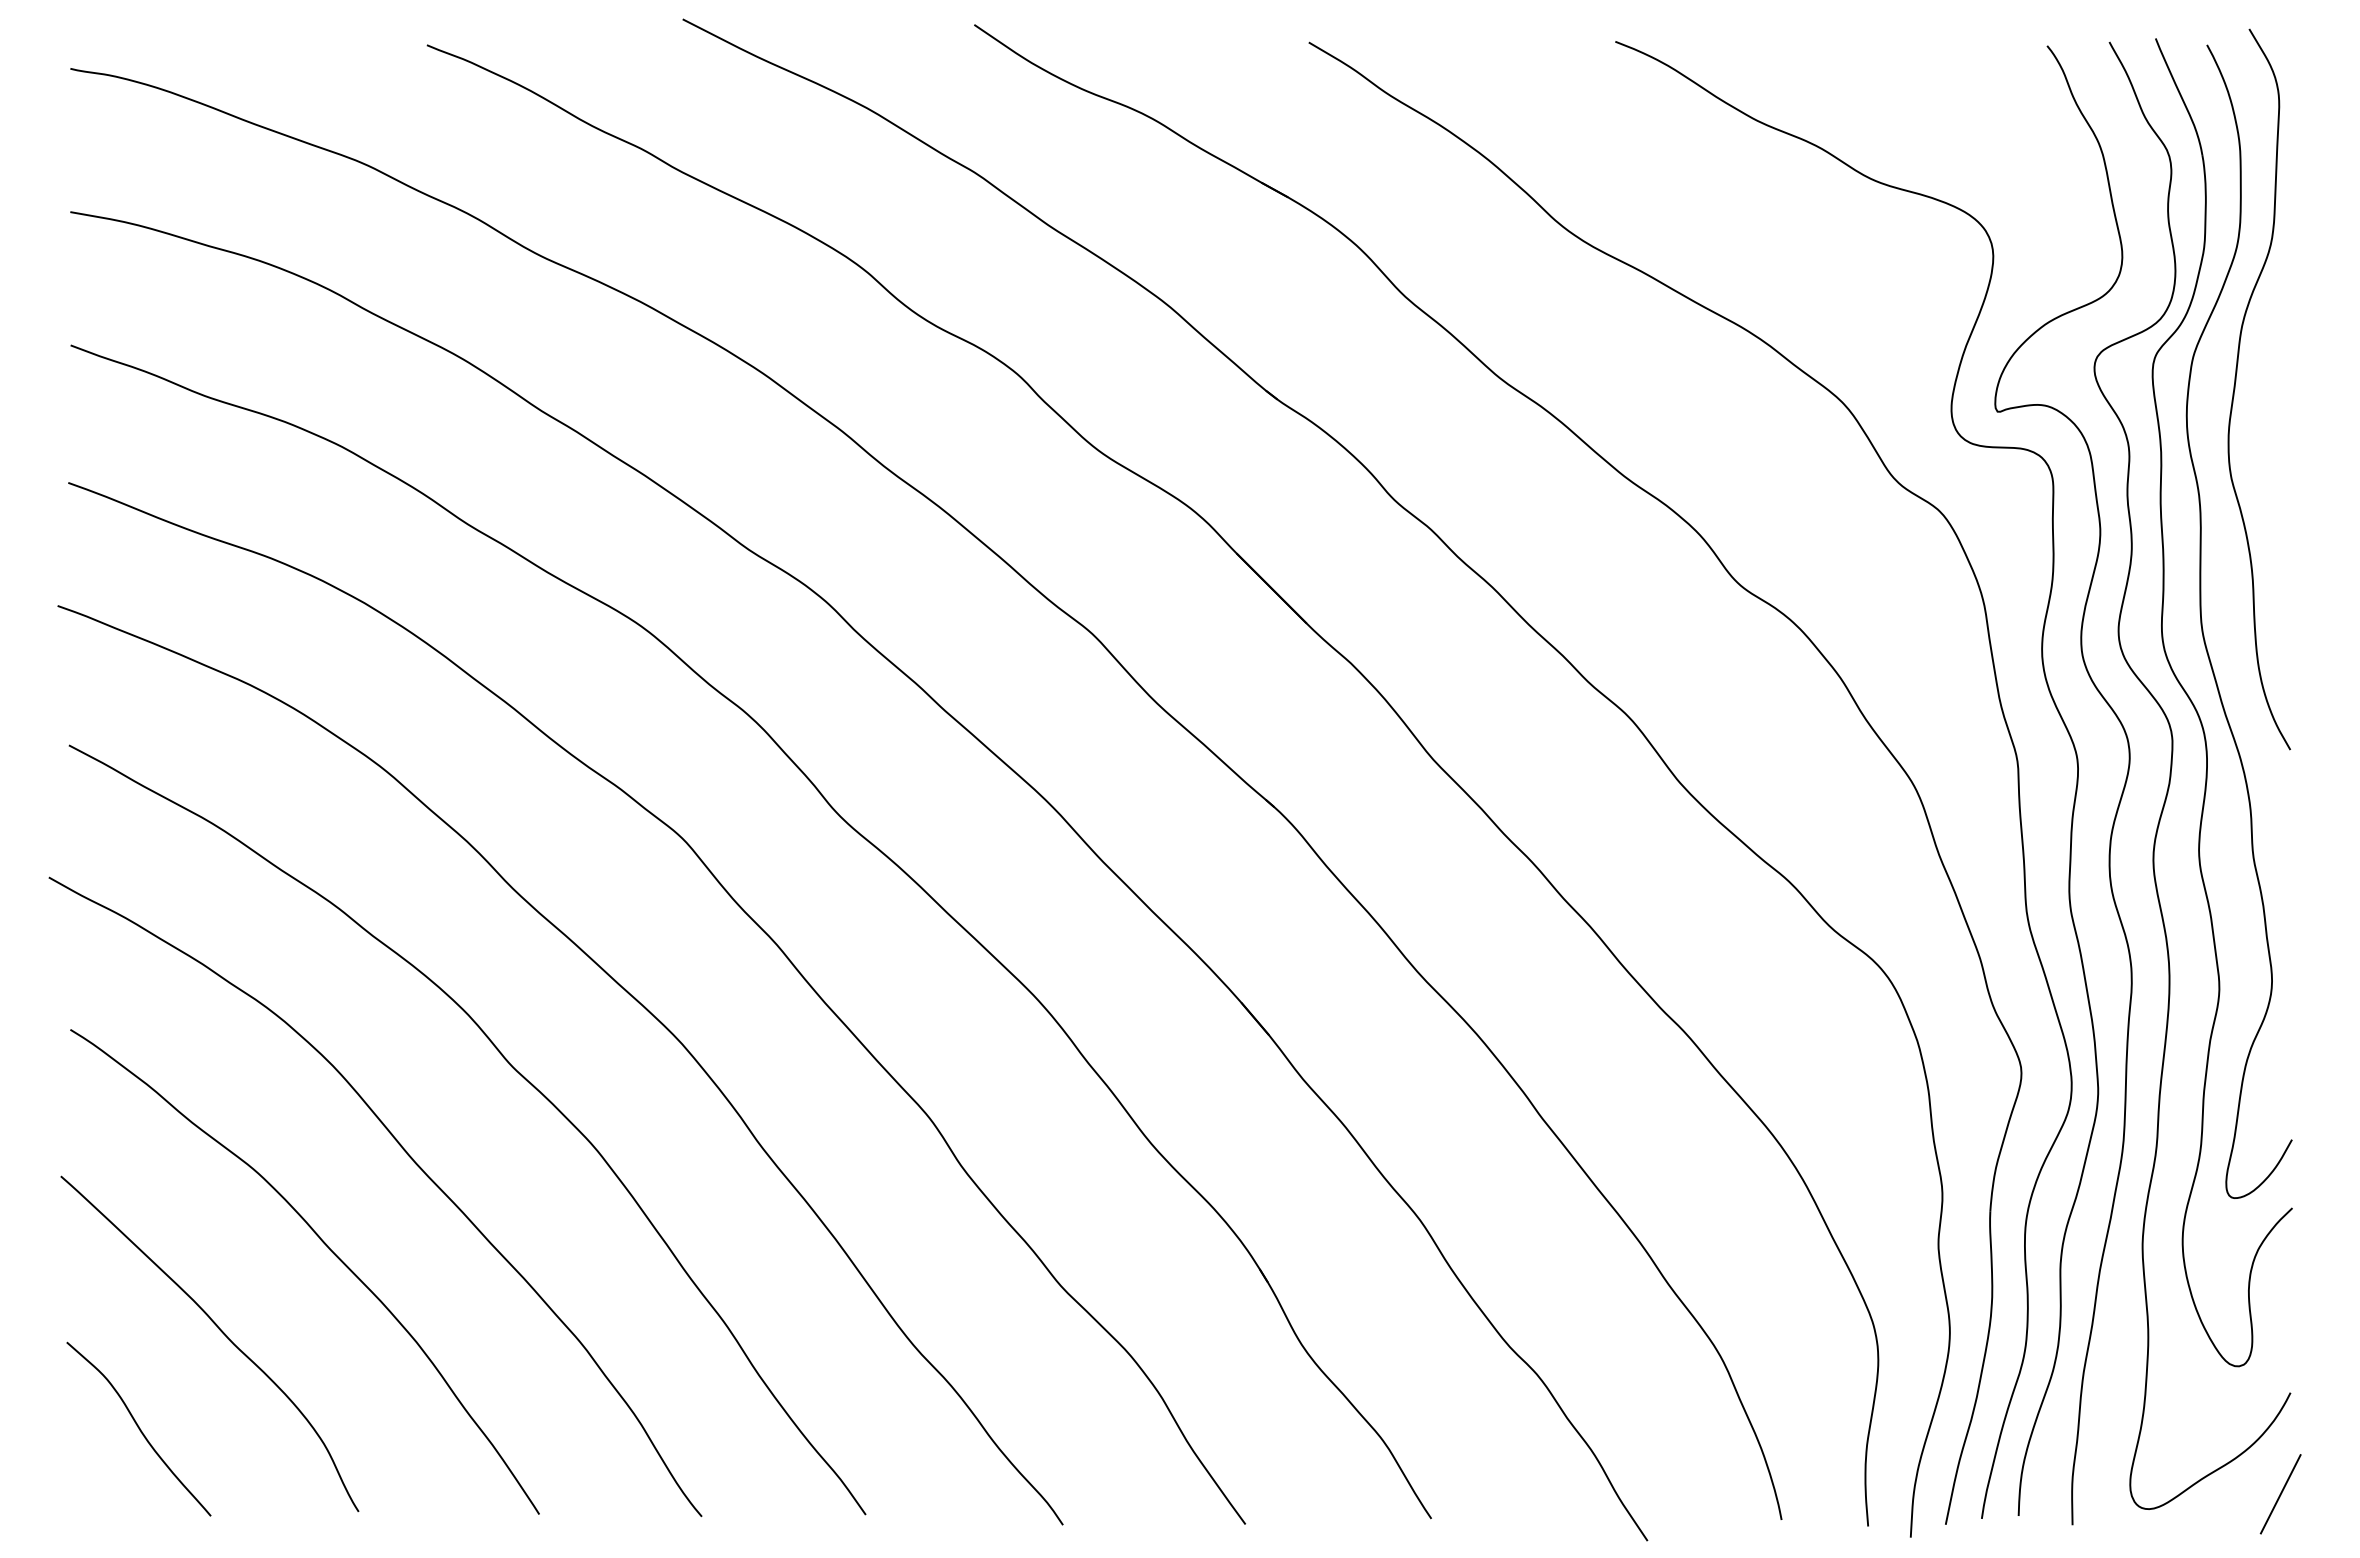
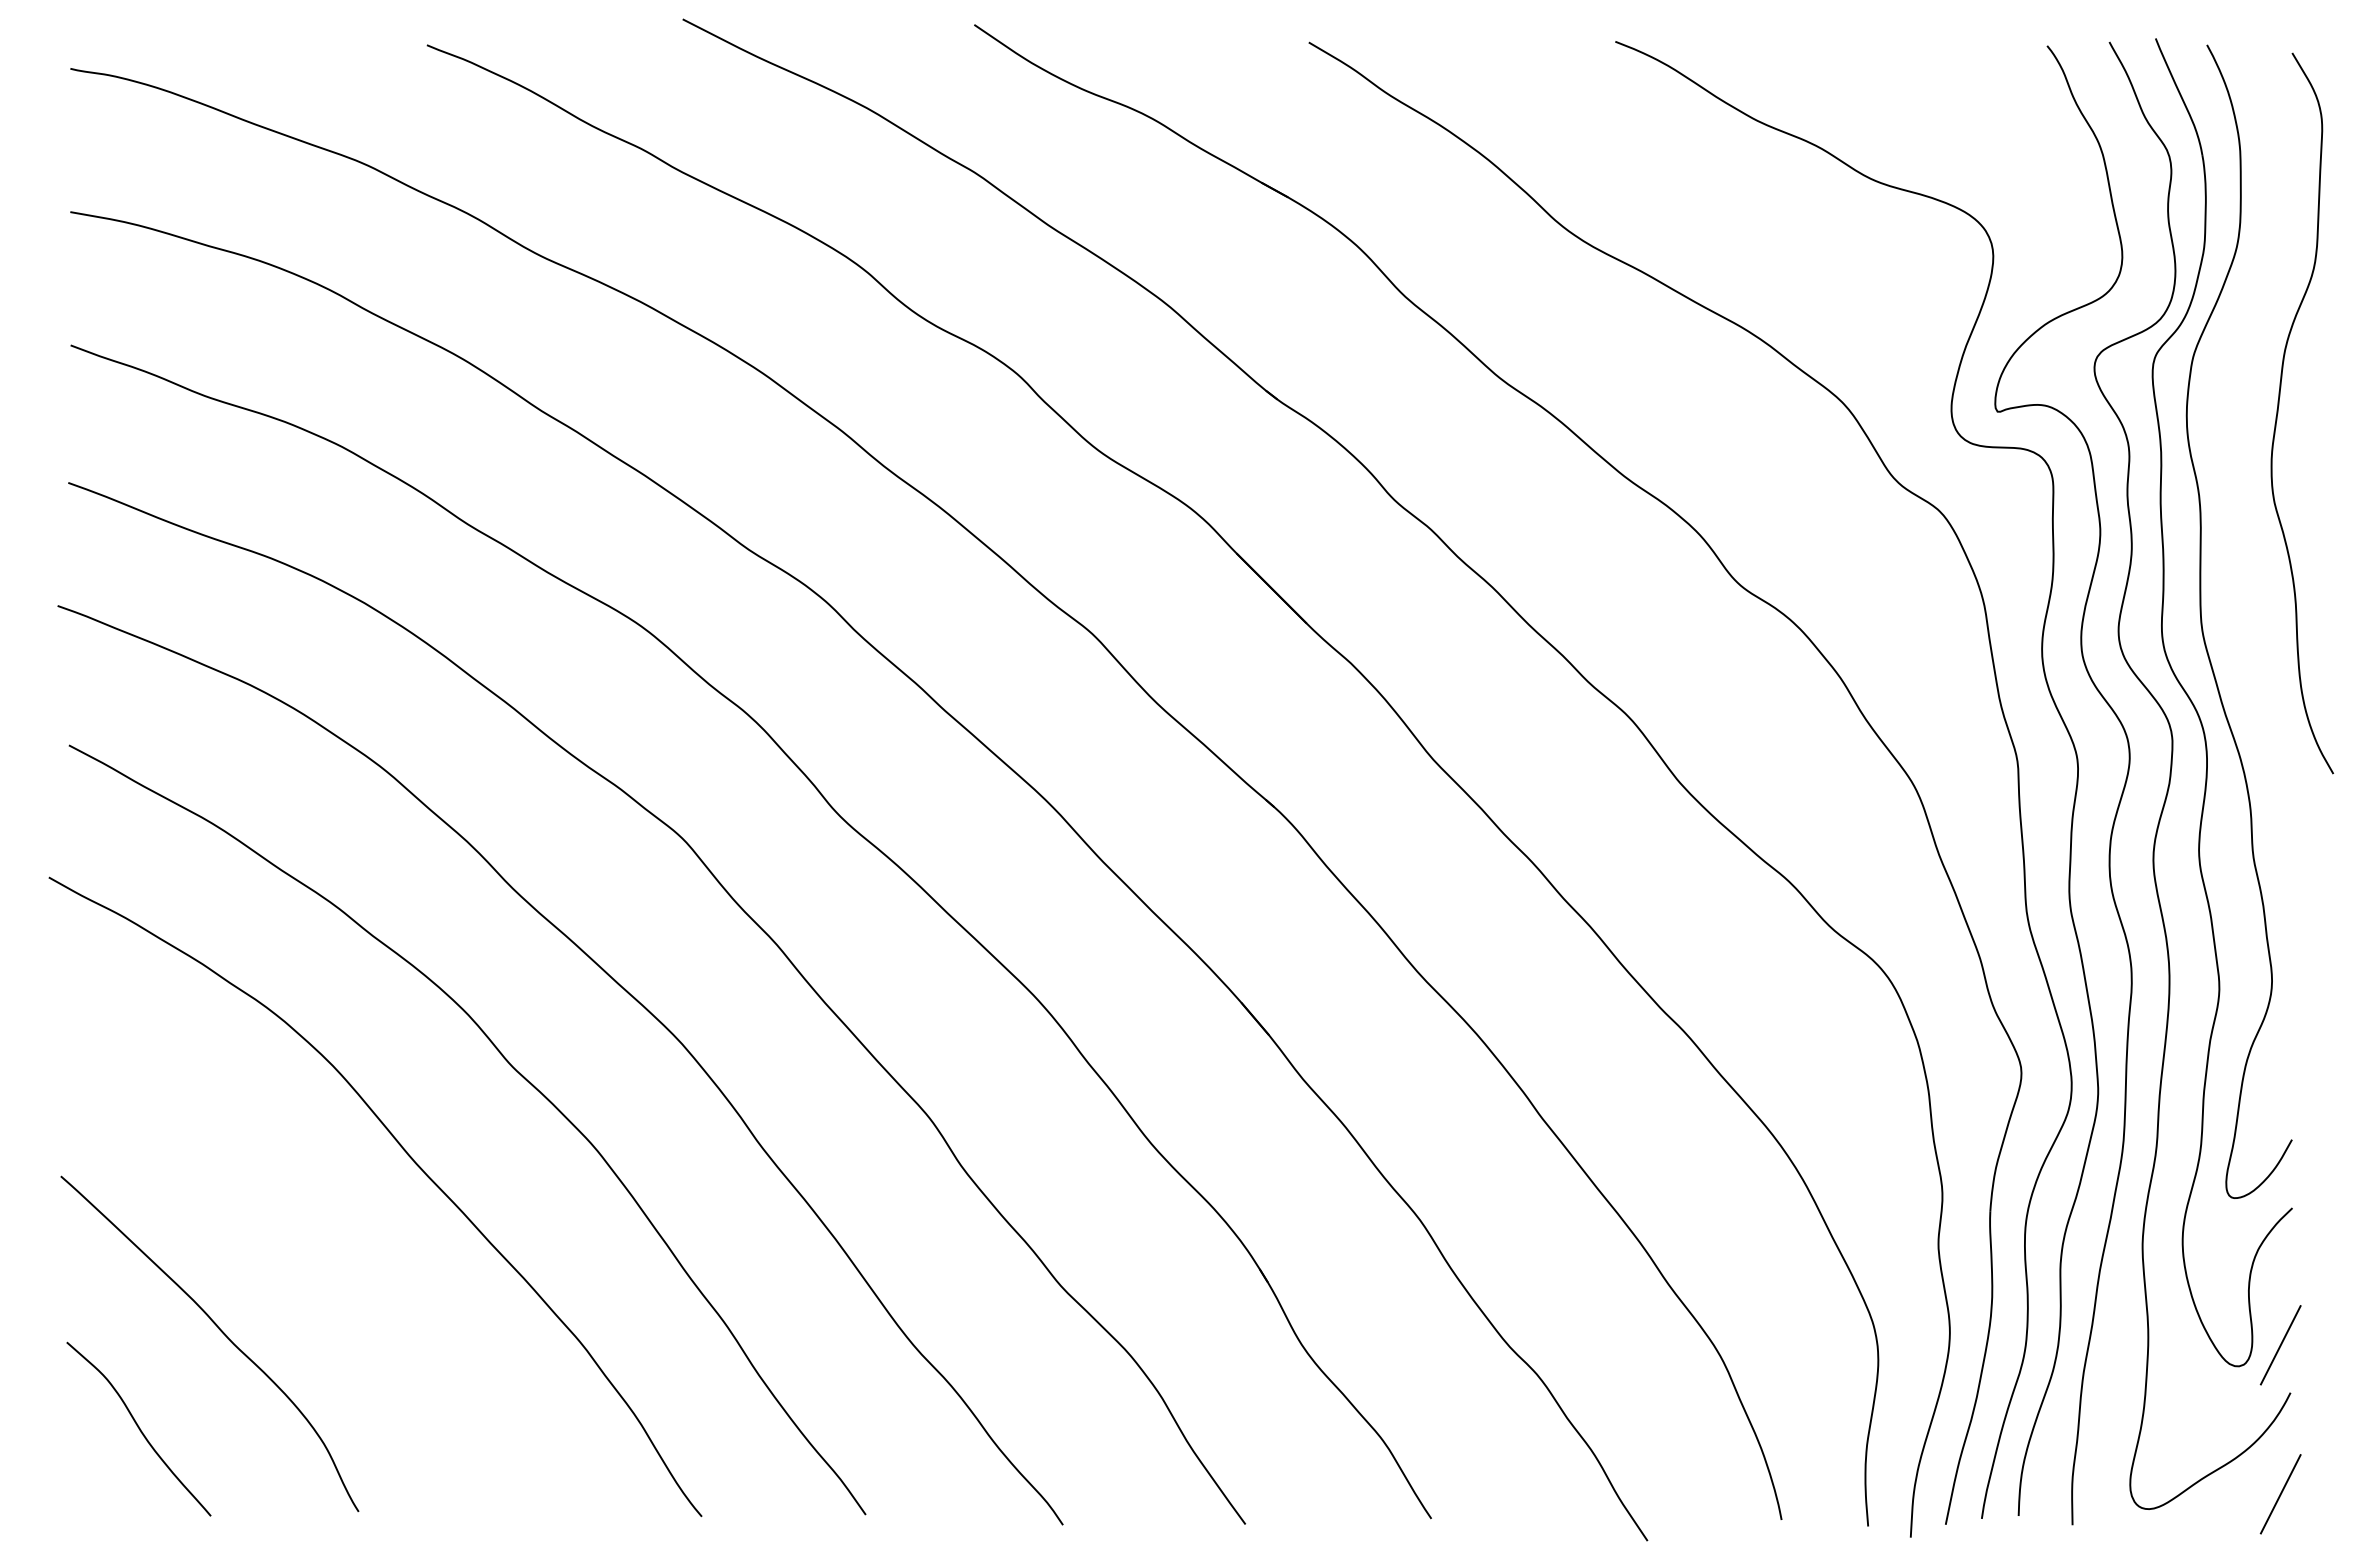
curve at (2235, 389) position: (2235, 389) -> (2278, 413)
curve at (330, 1251): present -> none
line at (2280, 1345): none -> present
